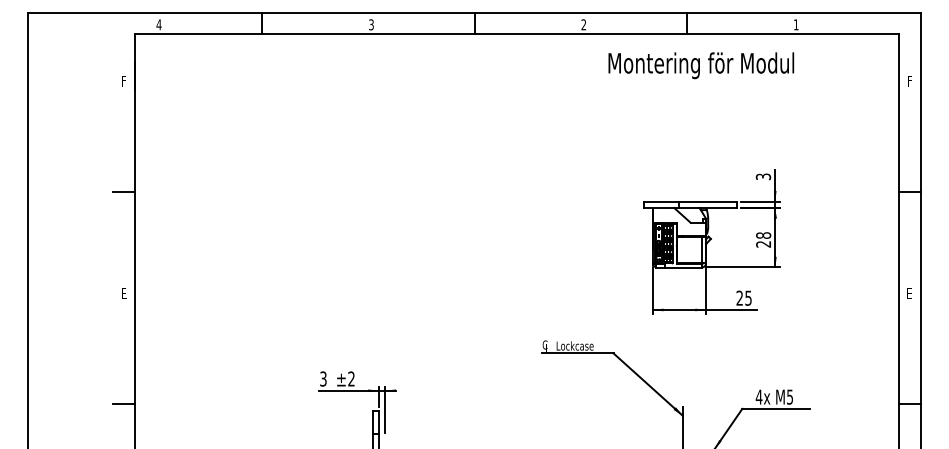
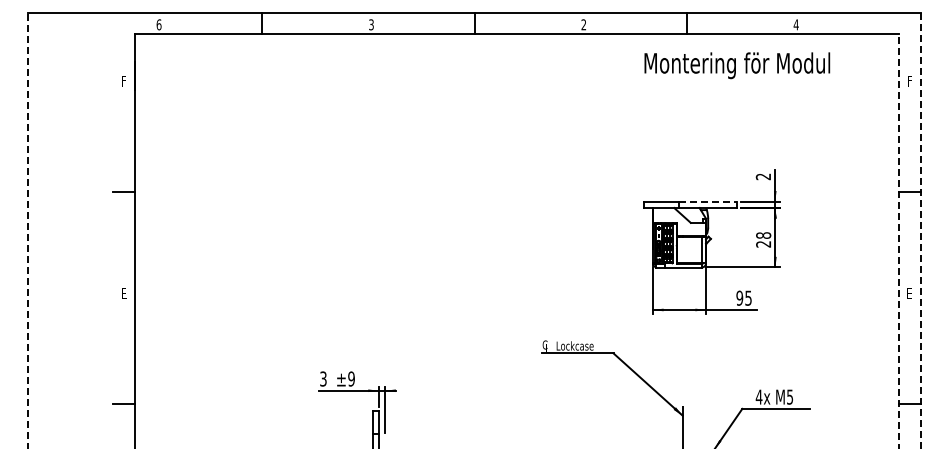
text at (158, 24): 4 -> 6
text at (795, 24): 1 -> 4
text at (701, 65) position: (701, 65) -> (737, 65)
text at (763, 176): 3 -> 2
line at (708, 201): solid -> dashed
line at (28, 230): solid -> dashed
line at (920, 231): solid -> dashed
line at (899, 241): solid -> dashed
text at (739, 297): 25 -> 95
text at (351, 378): ±2 -> ±9
